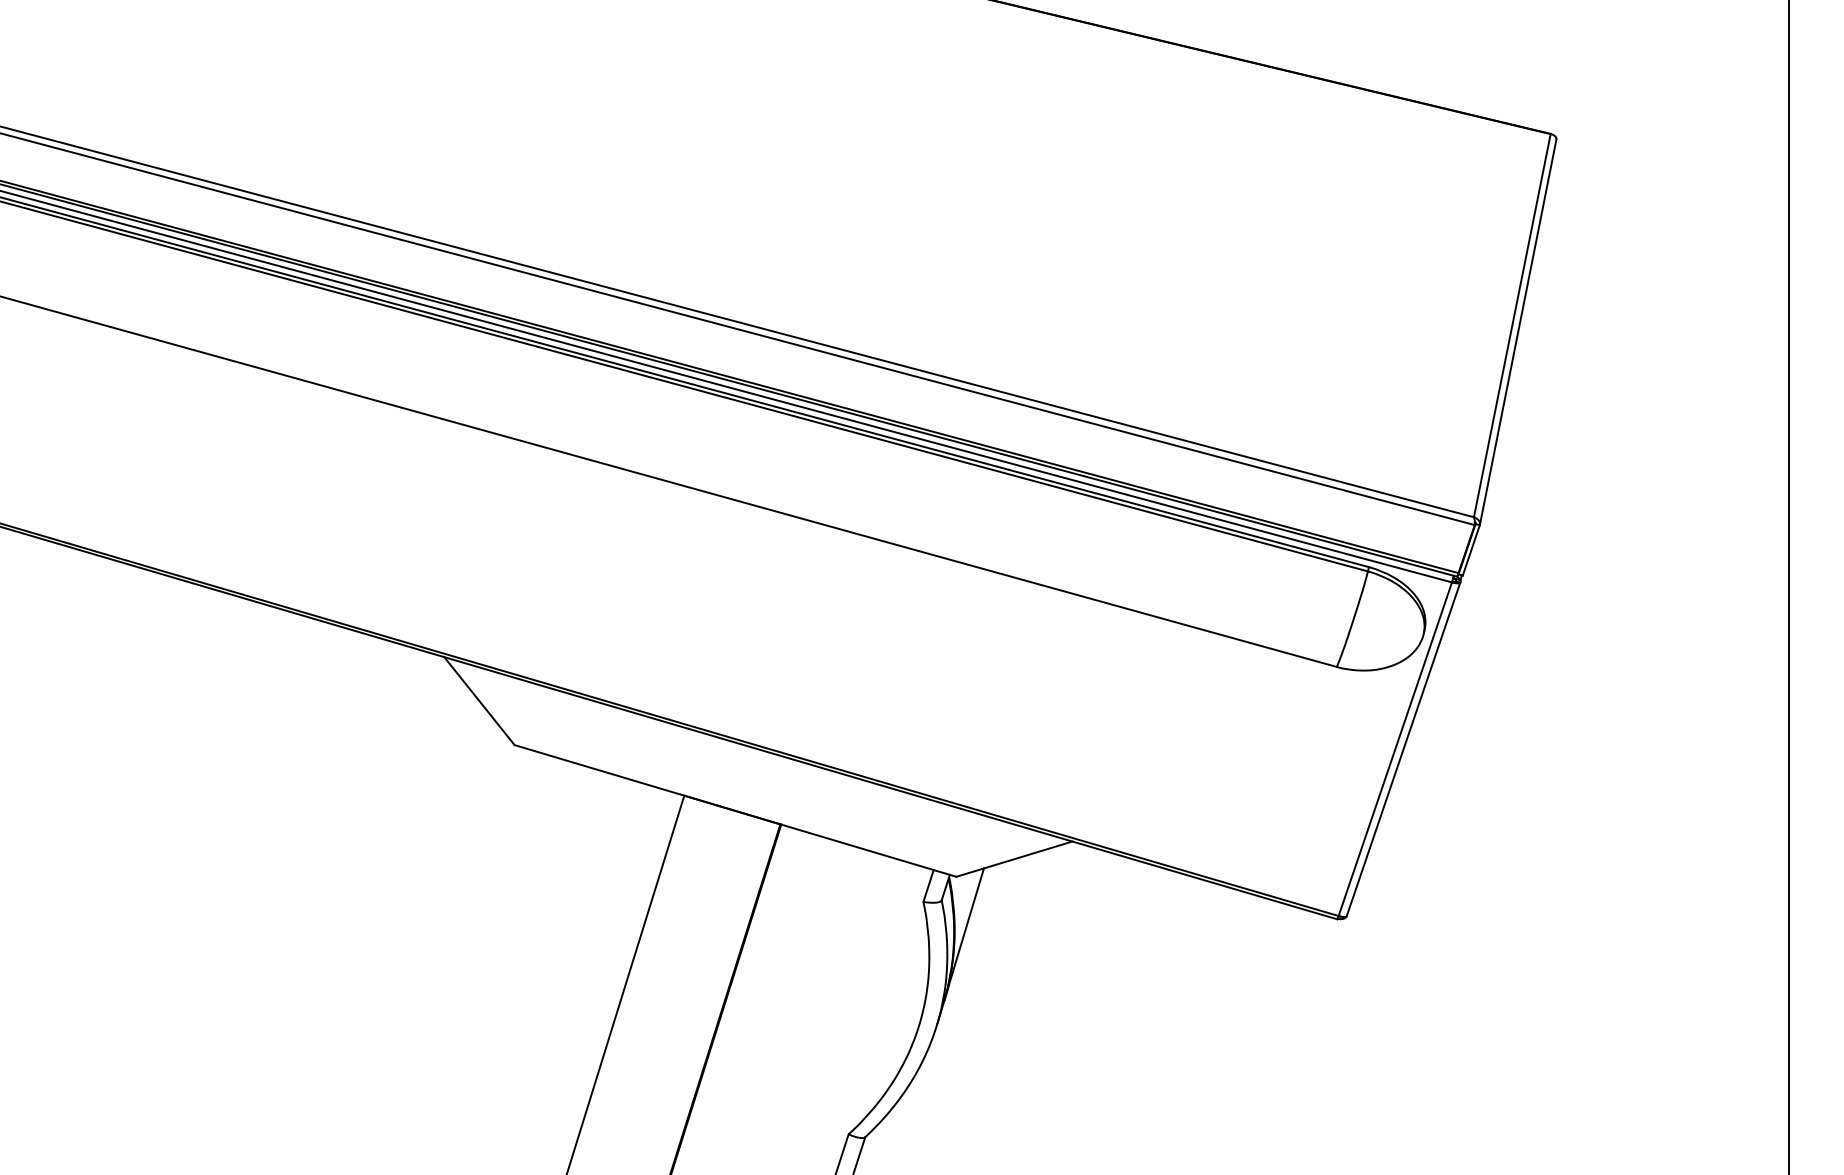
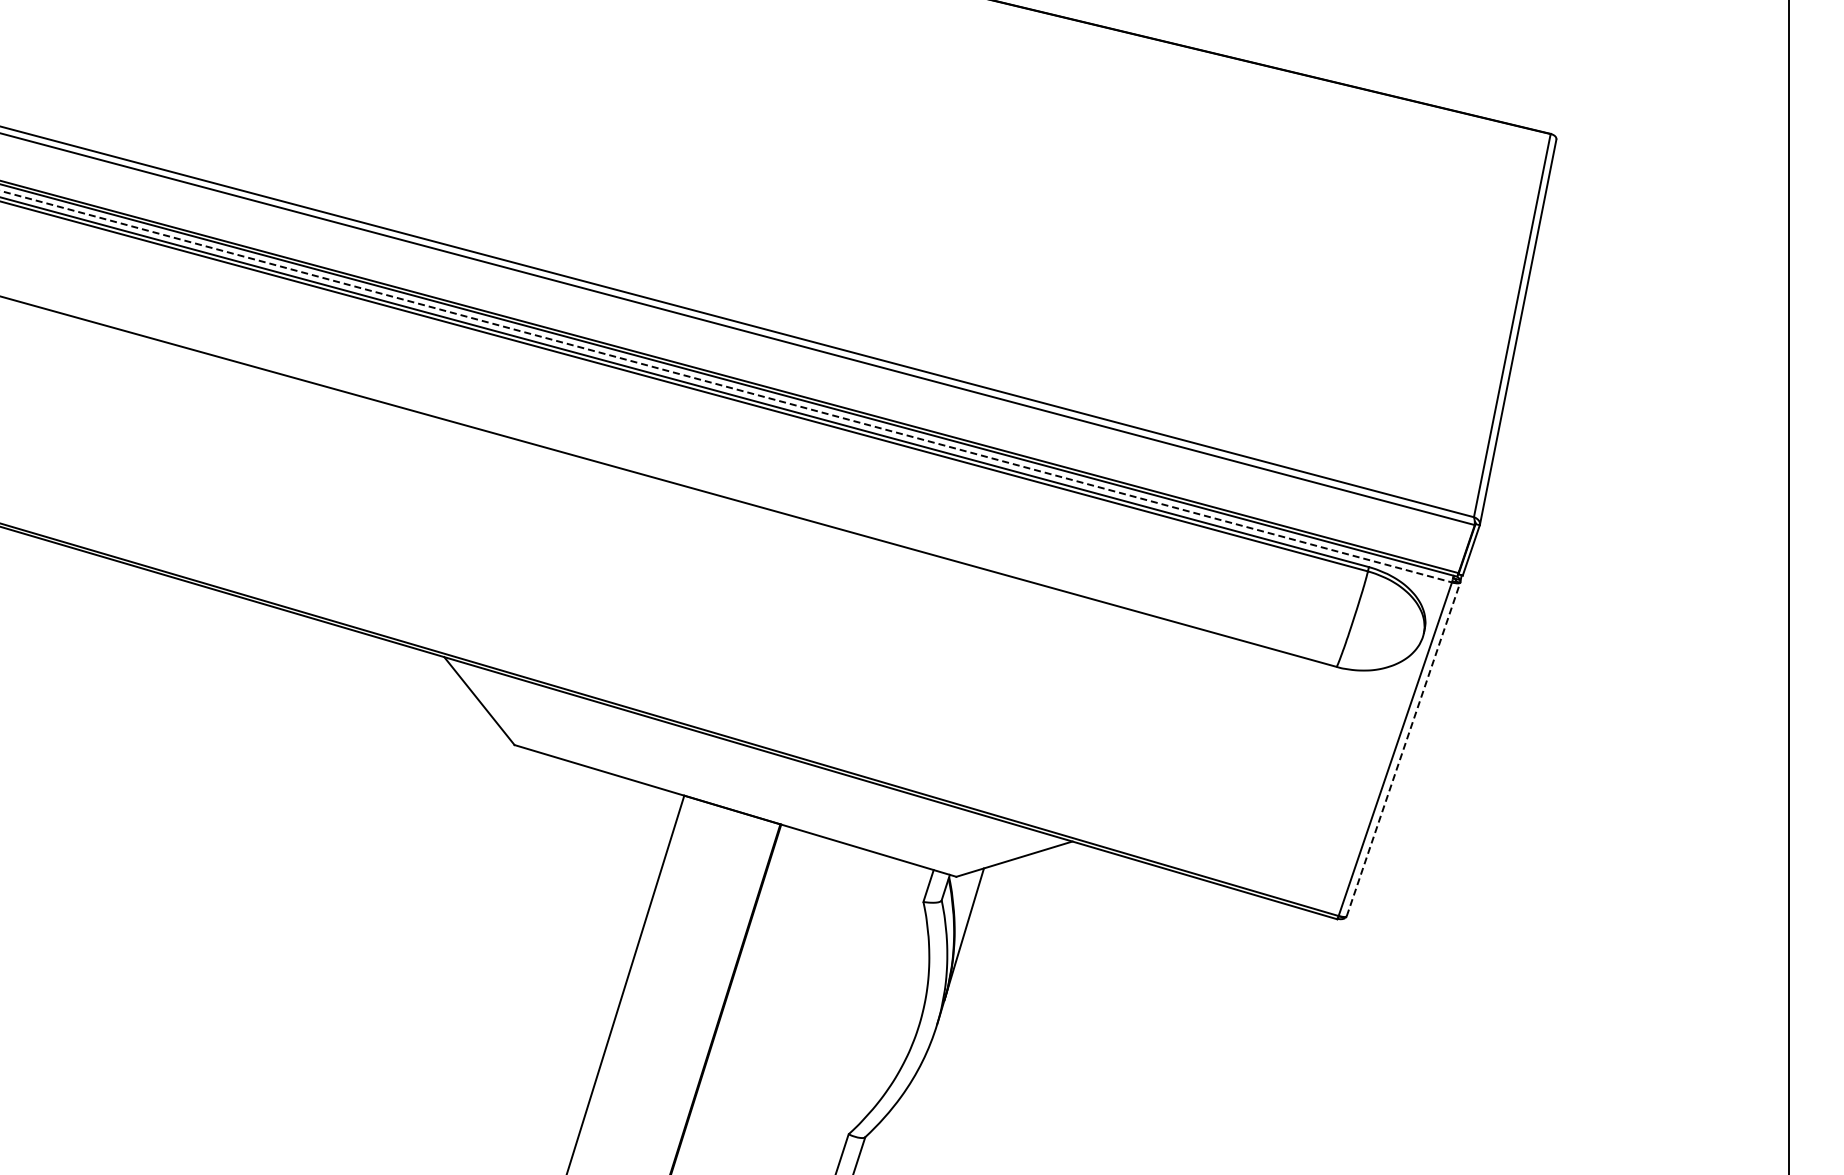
line at (726, 386): solid -> dashed
line at (1403, 749): solid -> dashed
